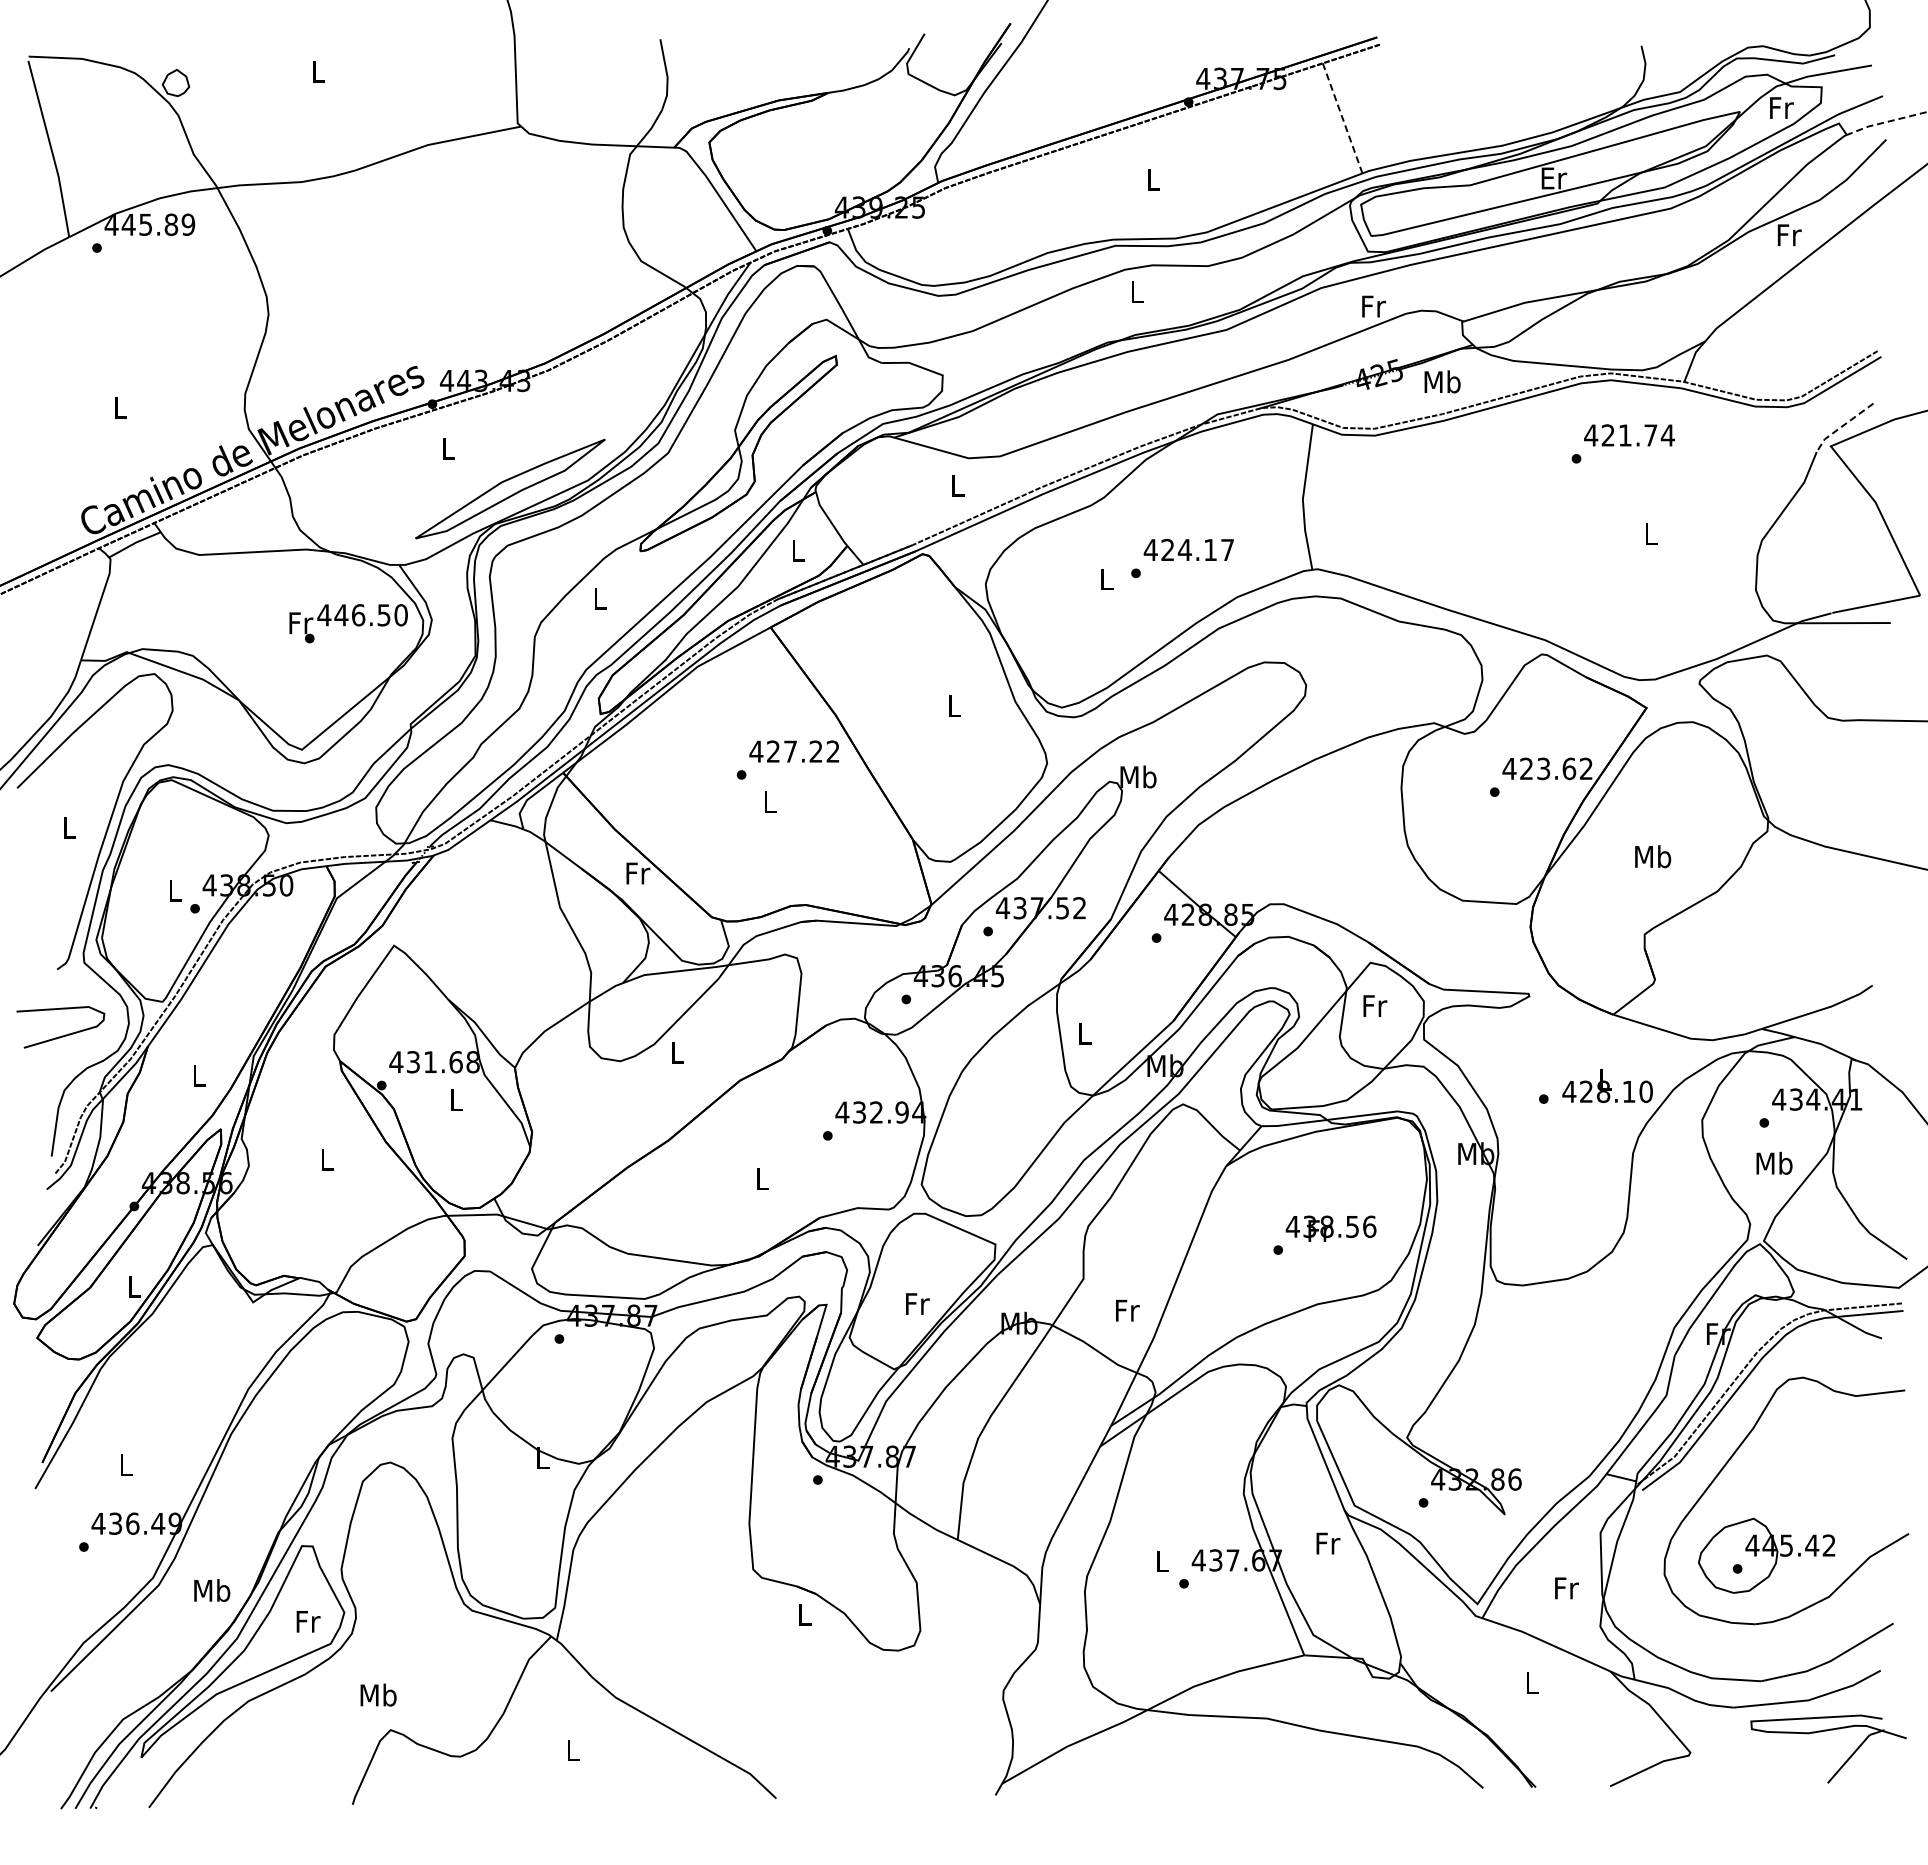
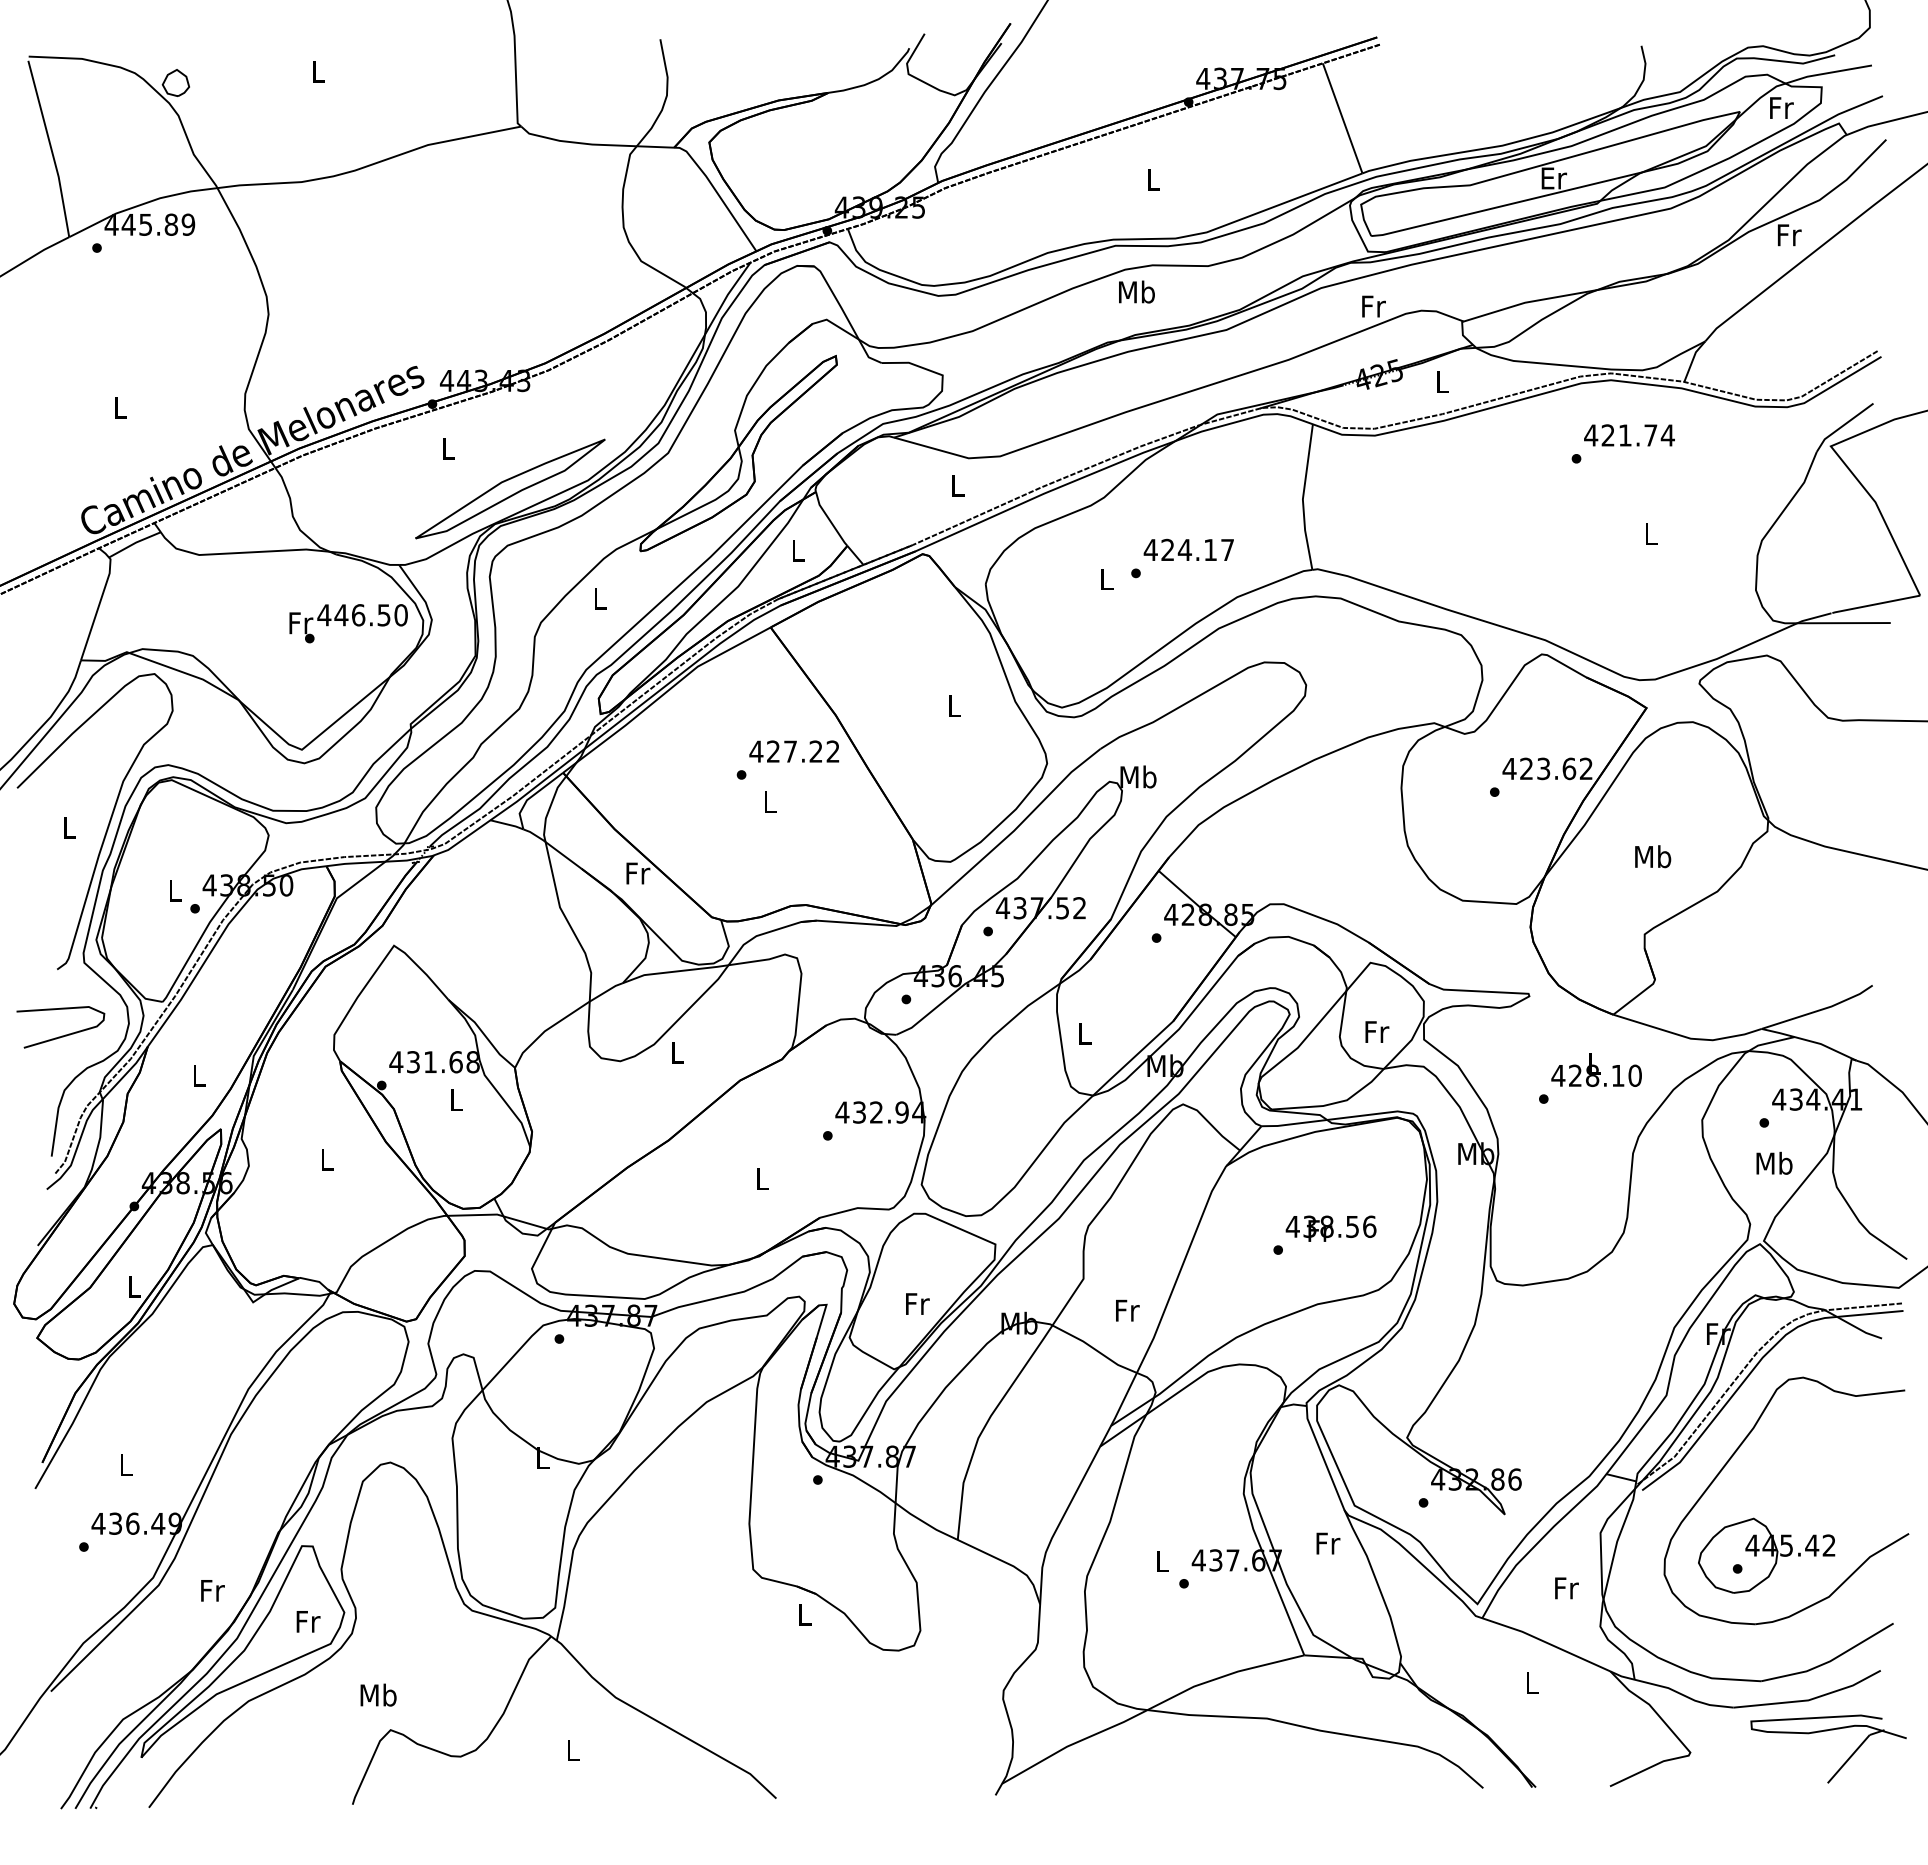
line at (1342, 117): dashed -> solid
line at (1886, 122): dashed -> solid
text at (1136, 291): L -> Mb
text at (1442, 381): Mb -> L
line at (1842, 426): dashed -> solid
text at (1375, 1005) position: (1375, 1005) -> (1377, 1031)
text at (1607, 1085) position: (1607, 1085) -> (1596, 1069)
text at (212, 1590): Mb -> Fr
